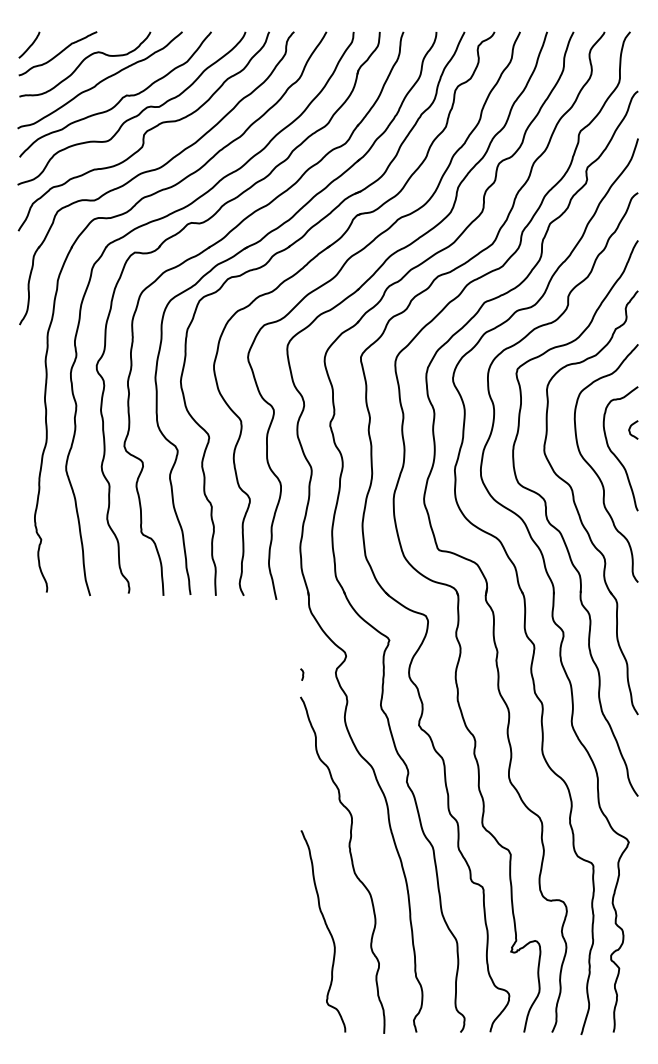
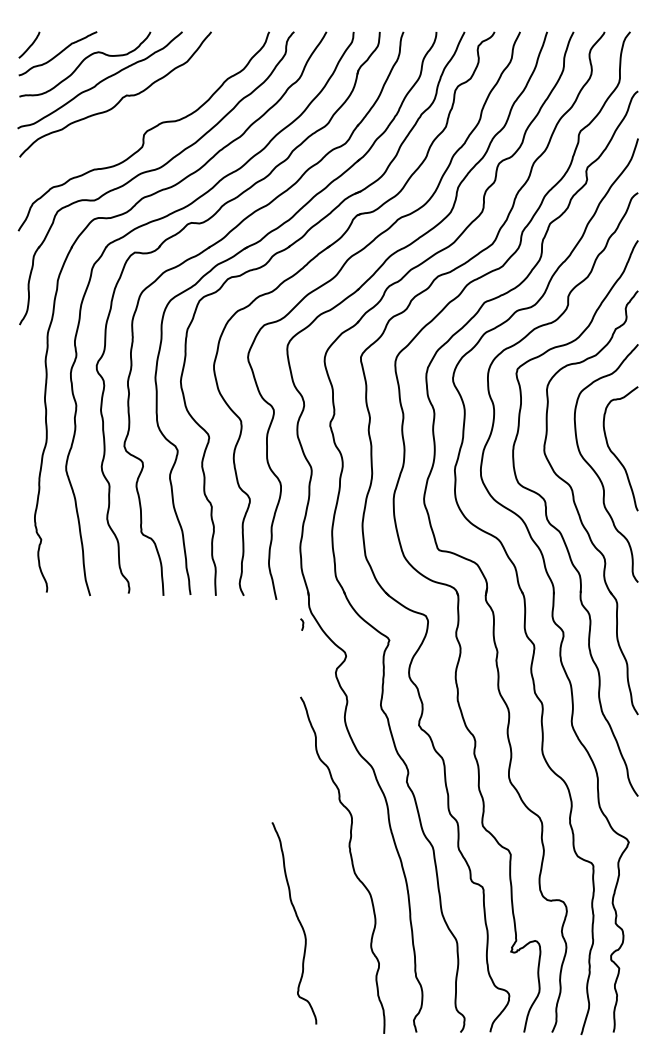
curve at (135, 115): present -> none
curve at (631, 427): present -> none
curve at (302, 674) position: (302, 674) -> (302, 624)
curve at (326, 928) position: (326, 928) -> (297, 920)
